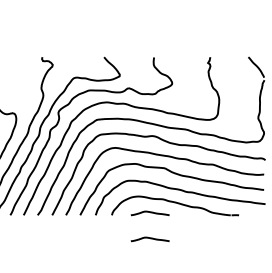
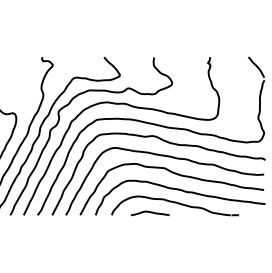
curve at (149, 238): present -> none
